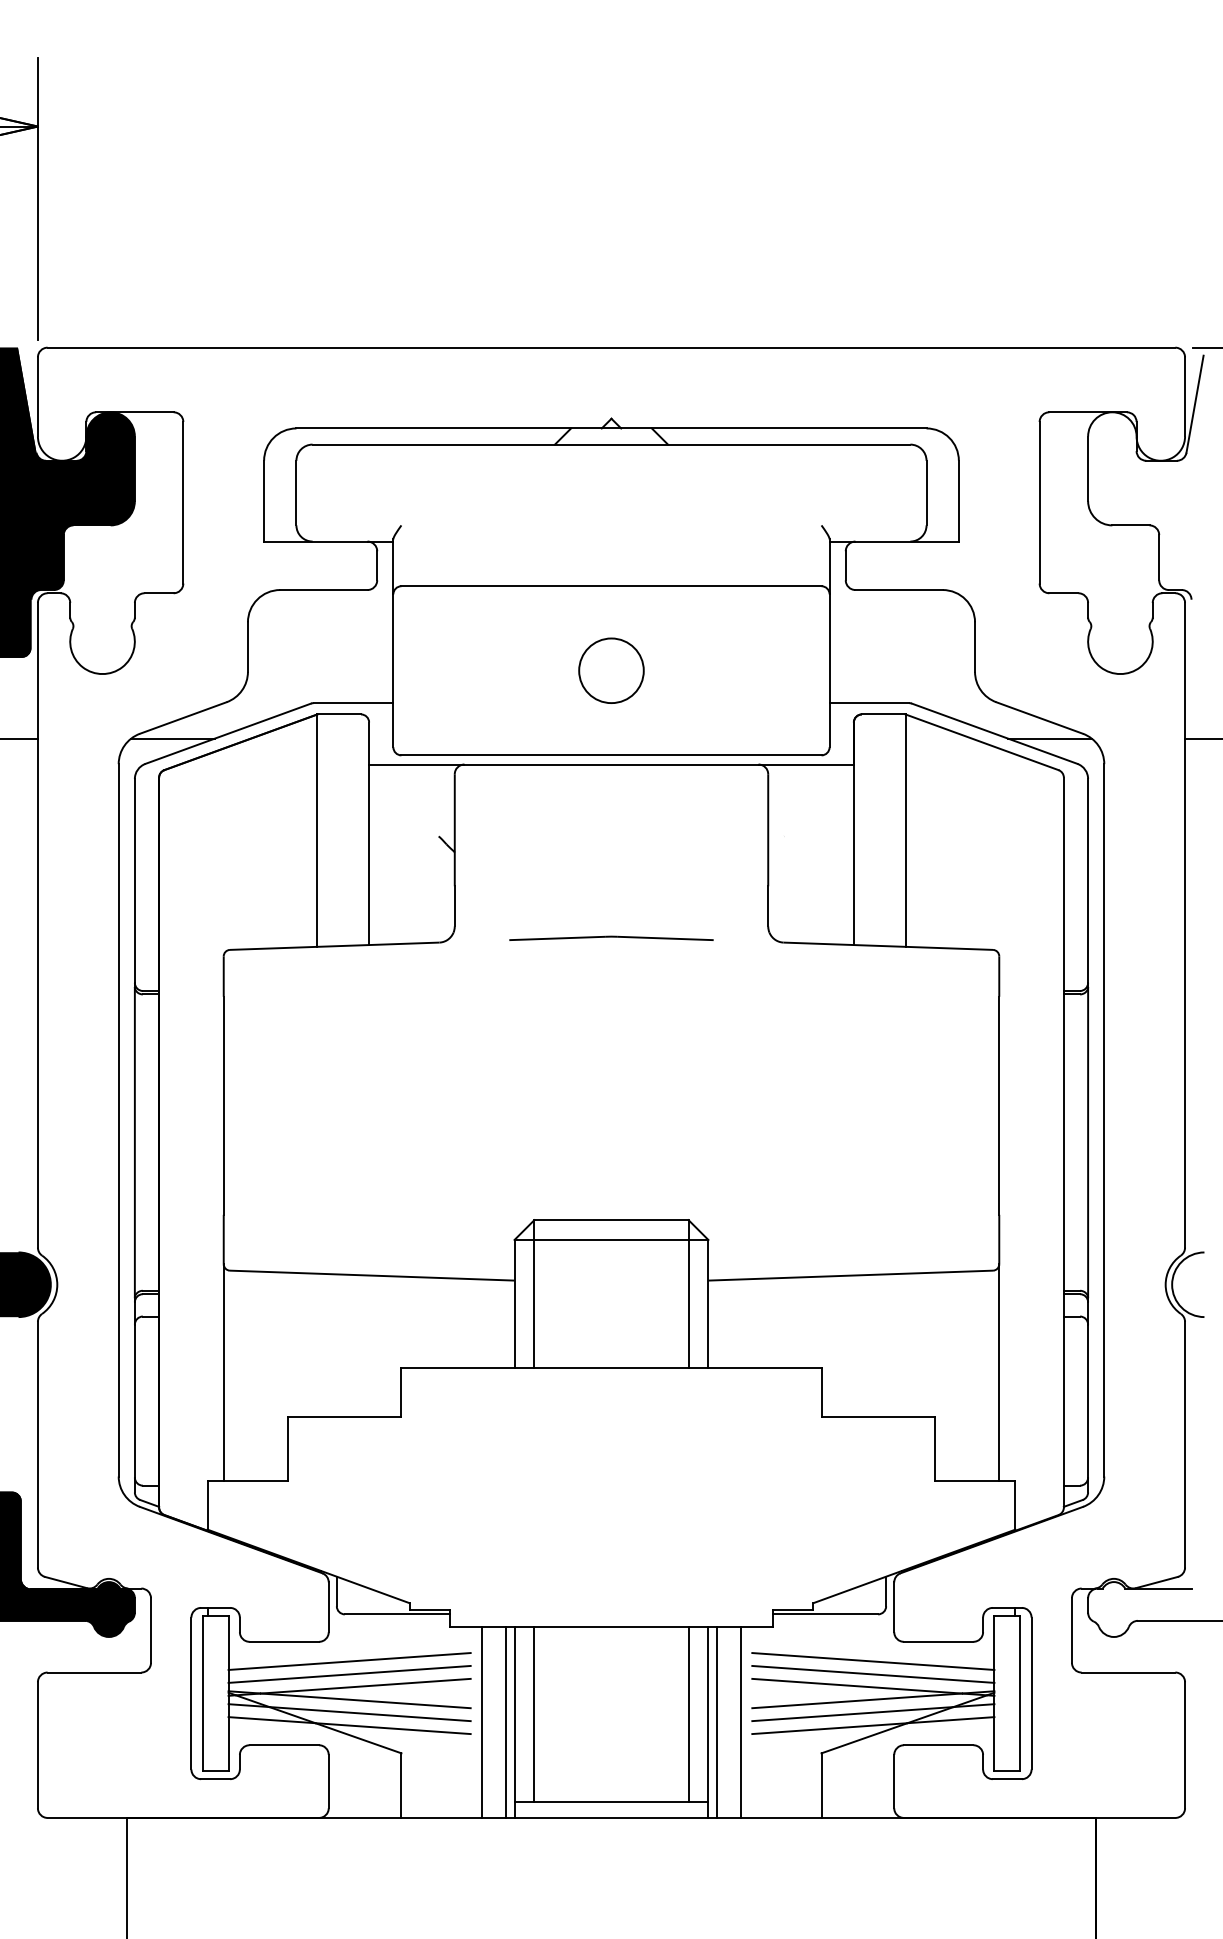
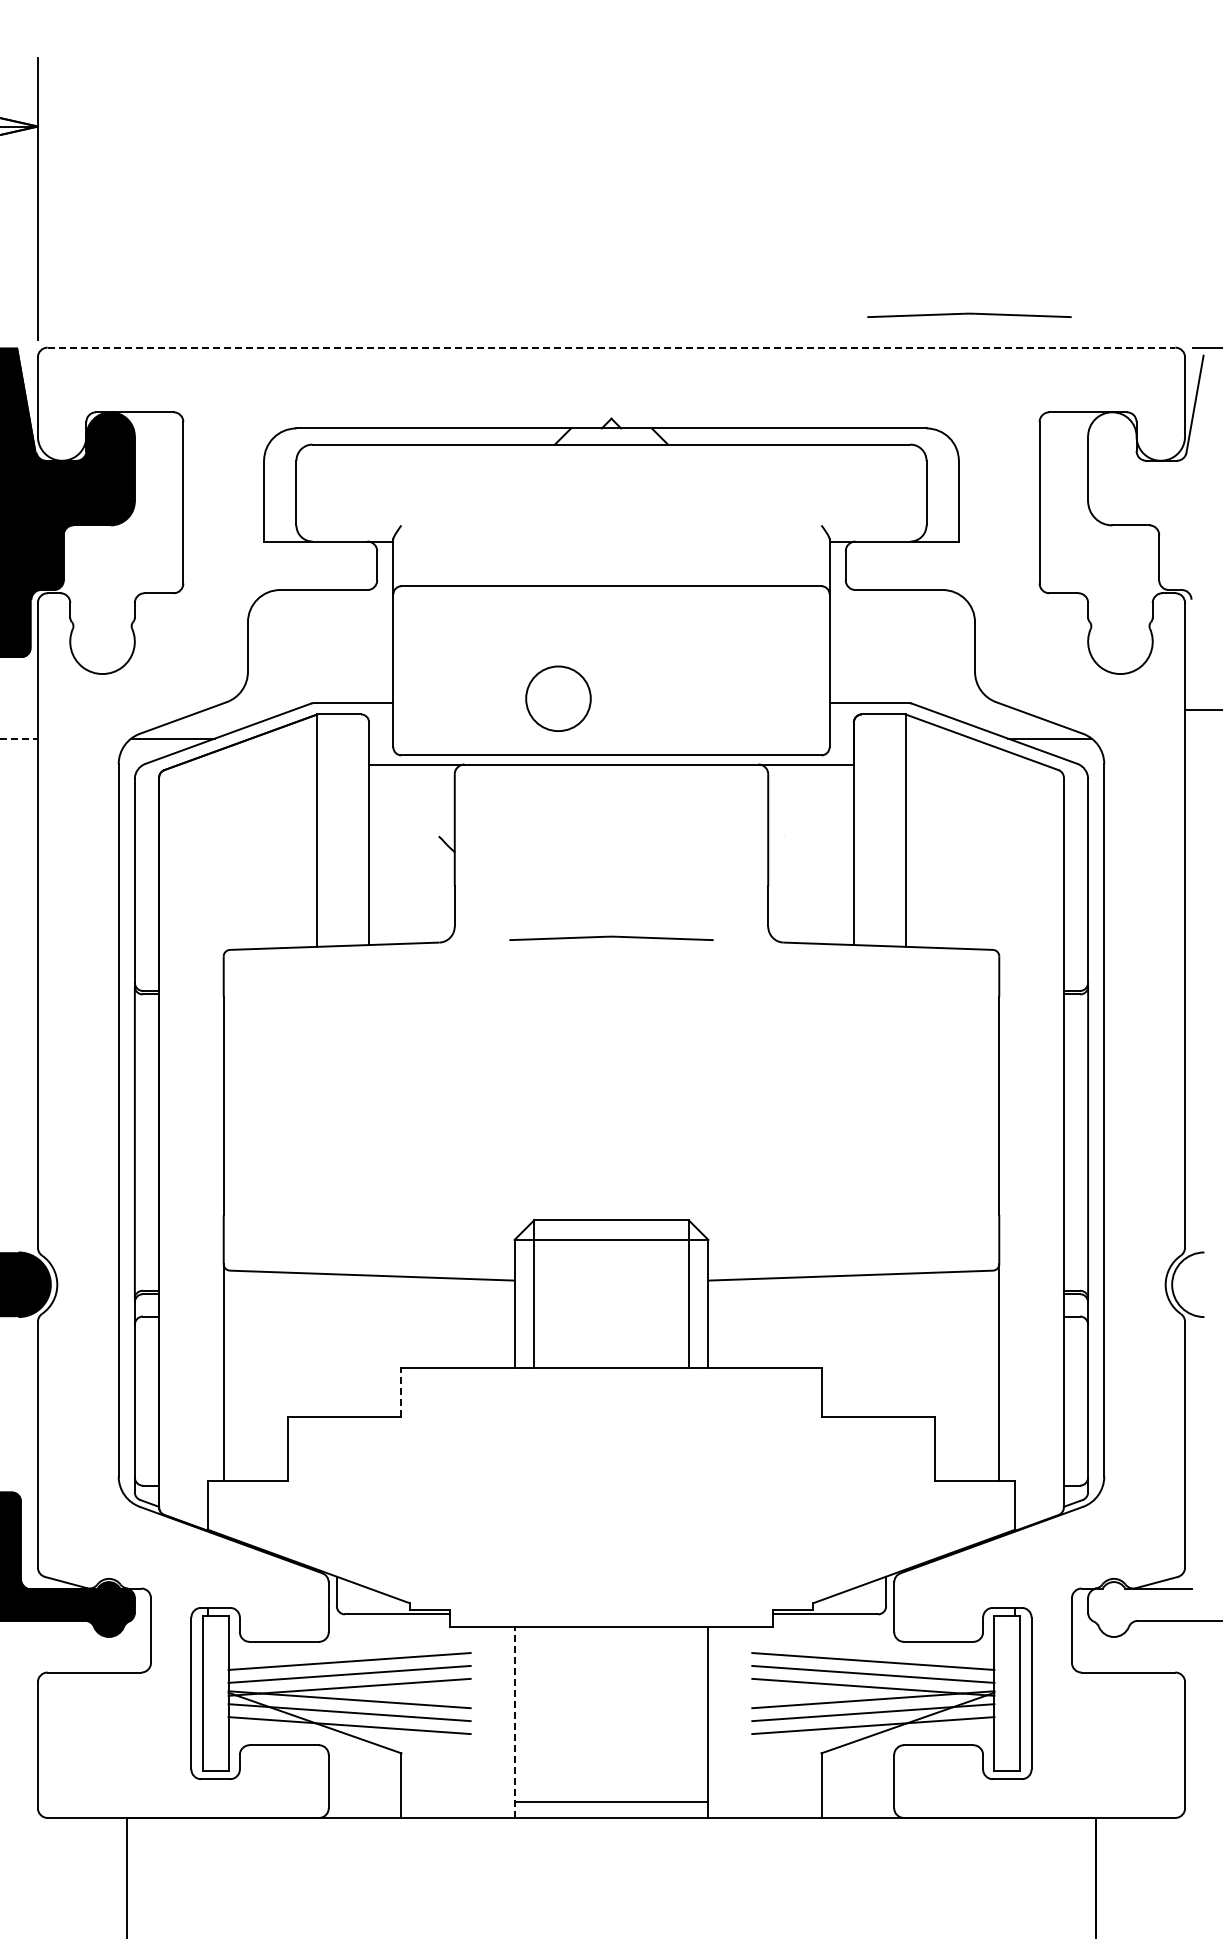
part at (969, 314): none -> present
line at (611, 347): solid -> dashed
circle at (611, 670) position: (611, 670) -> (558, 698)
line at (19, 738): solid -> dashed
line at (1202, 738) position: (1202, 738) -> (1202, 709)
line at (401, 1391): solid -> dashed
line at (533, 1713): present -> none
line at (689, 1713): present -> none
line at (482, 1721): present -> none
line at (506, 1721): present -> none
line at (716, 1721): present -> none
line at (740, 1721): present -> none
line at (514, 1722): solid -> dashed
